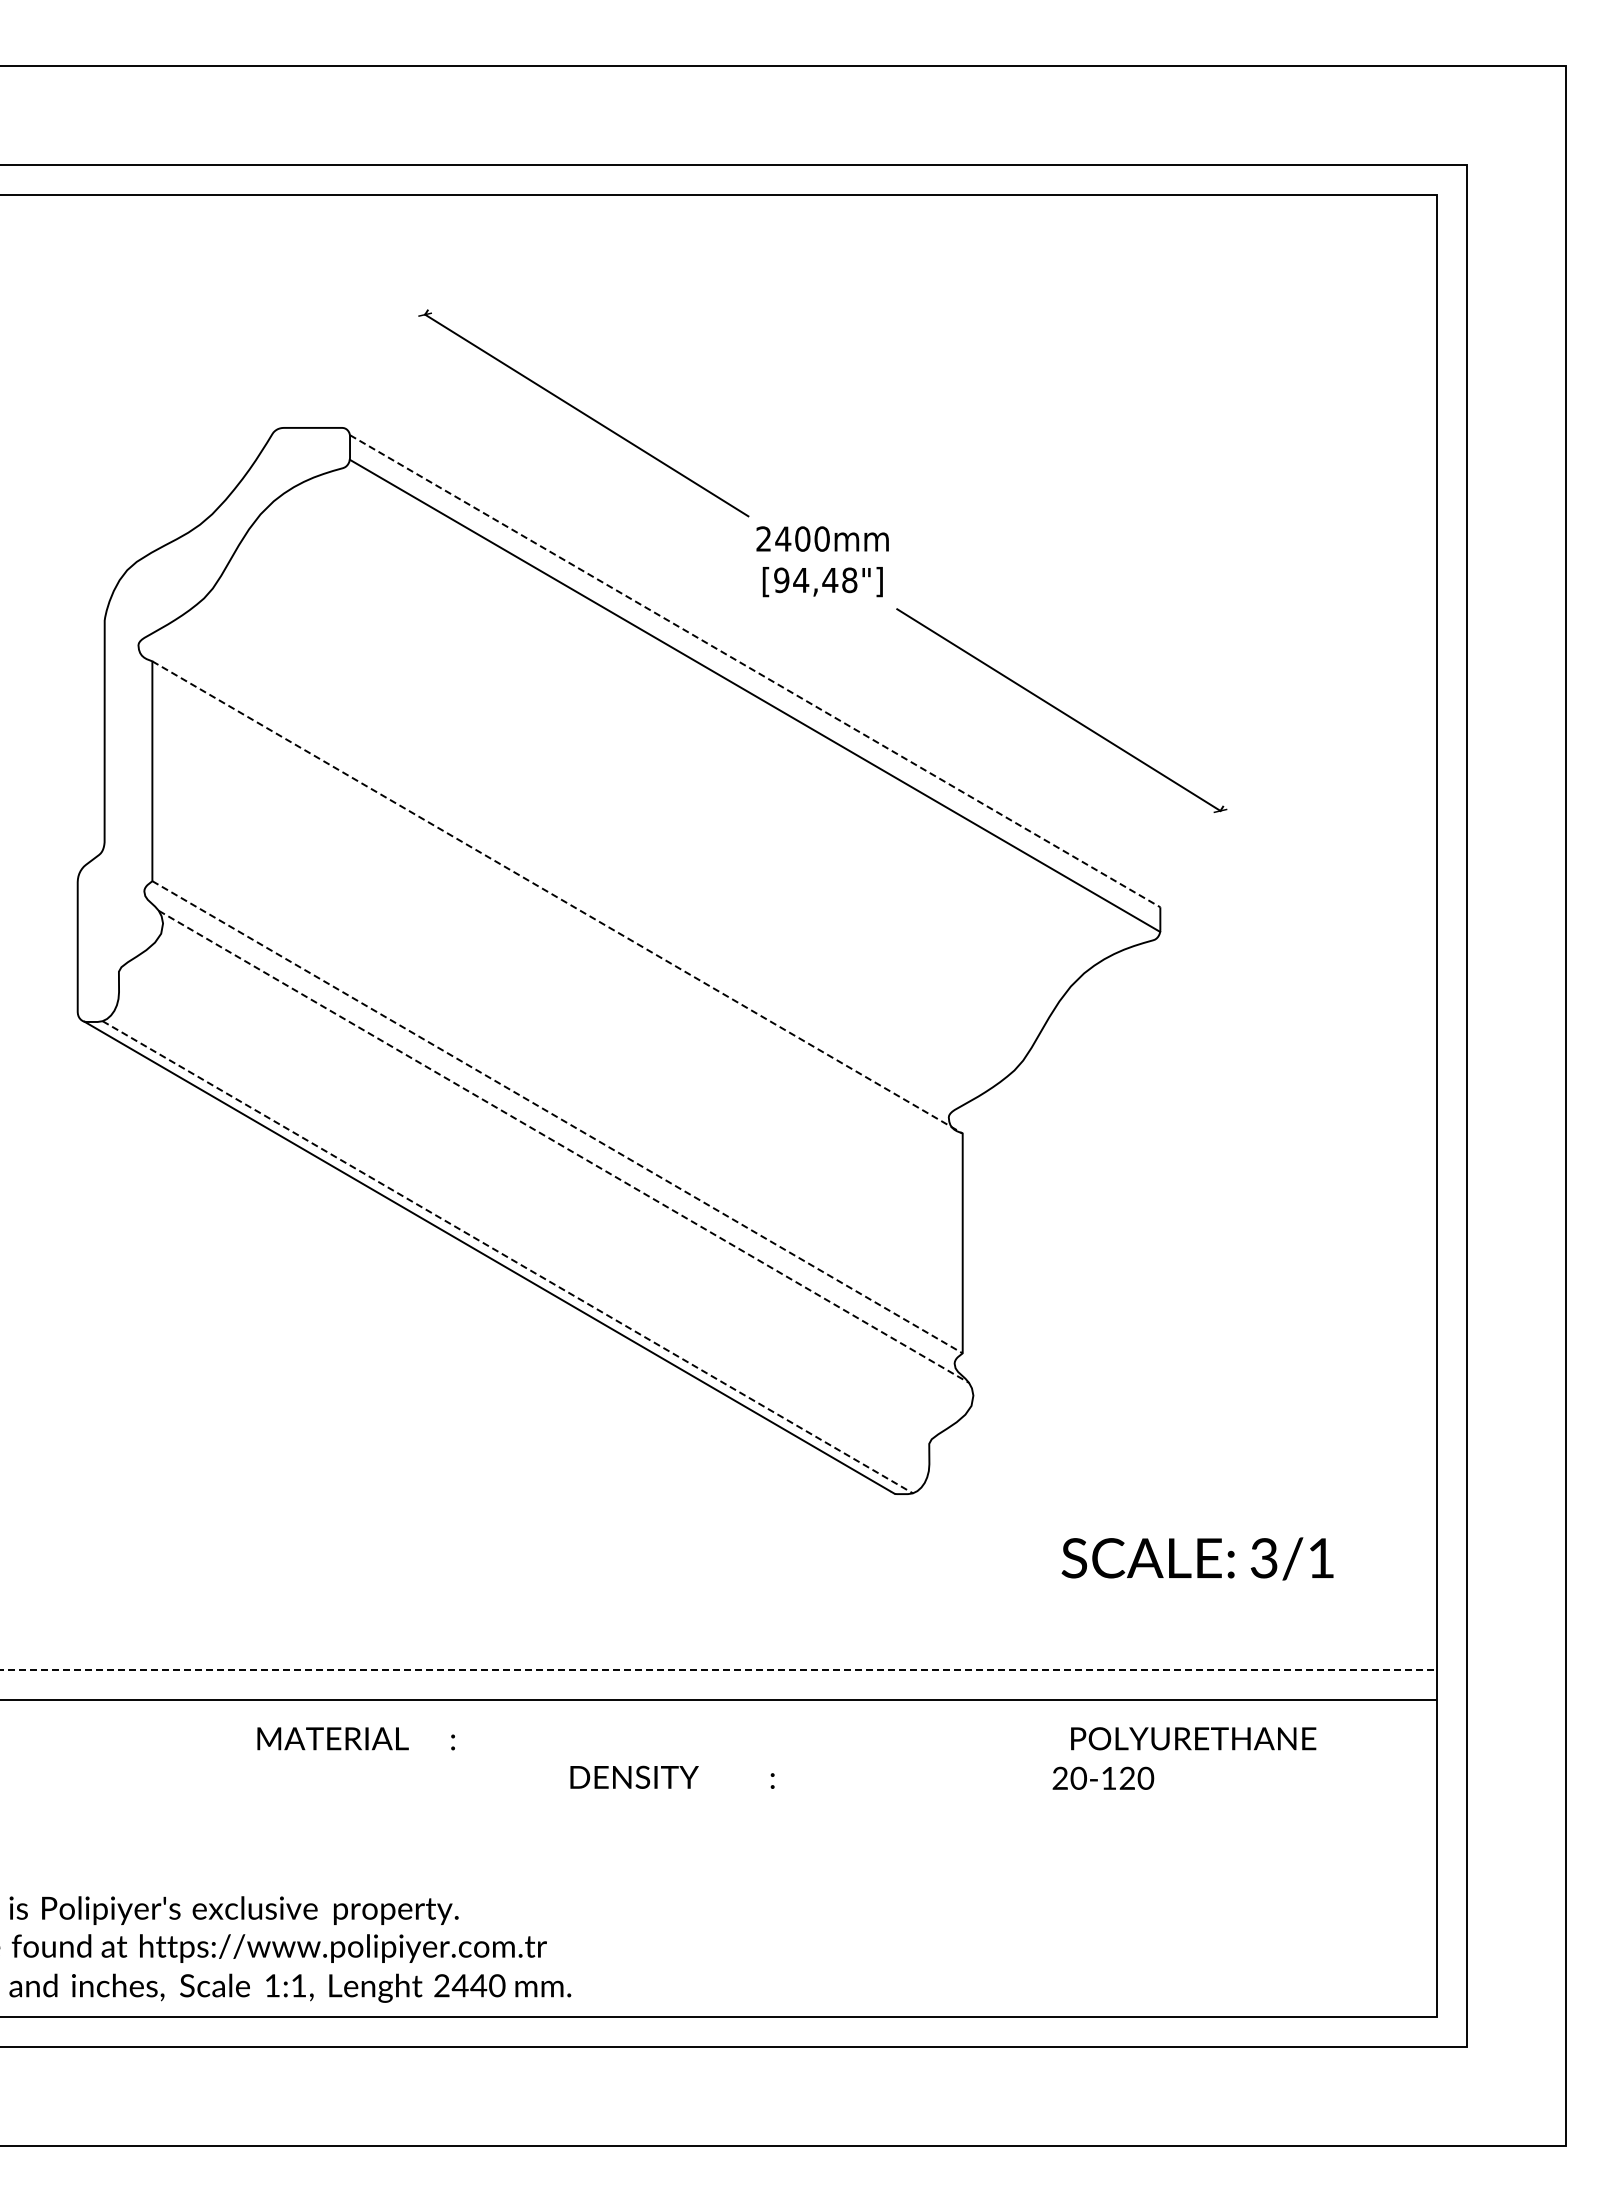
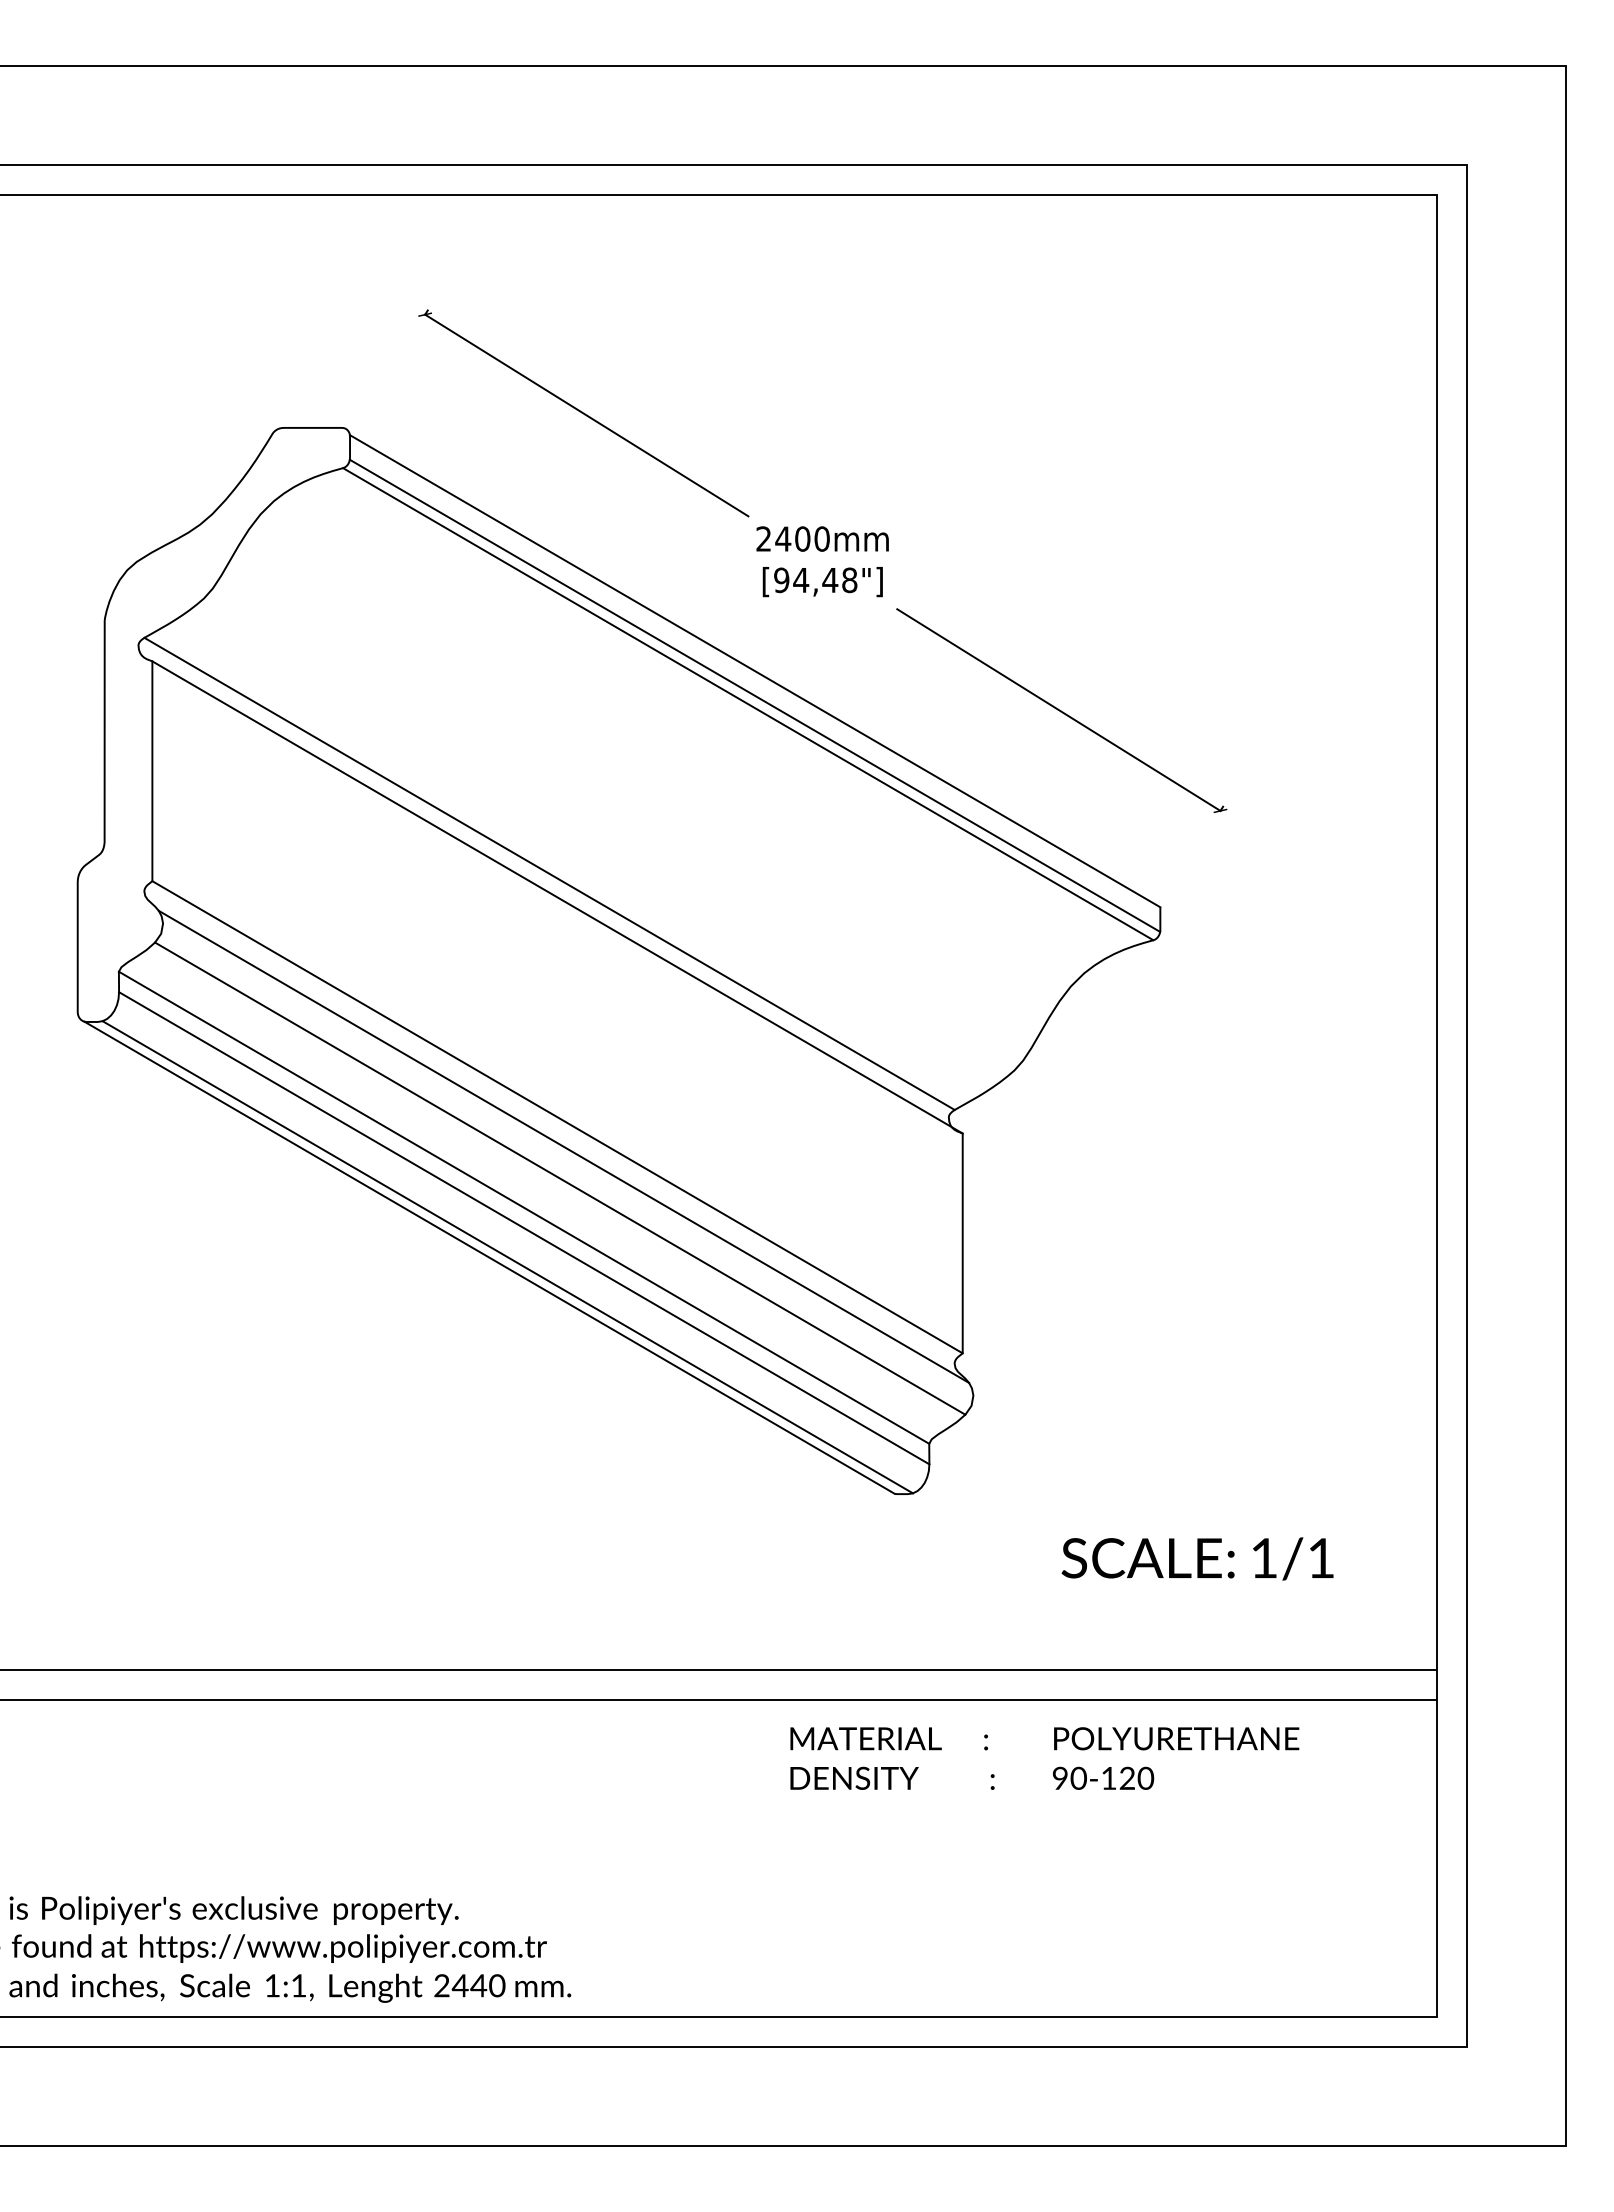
line at (755, 671): dashed -> solid
line at (748, 704): none -> present
line at (549, 873): none -> present
line at (557, 897): dashed -> solid
line at (557, 1117): dashed -> solid
line at (563, 1146): dashed -> solid
line at (560, 1178): none -> present
line at (523, 1207): none -> present
line at (524, 1228): none -> present
line at (507, 1257): dashed -> solid
text at (1263, 1558): 3/1 -> 1/1
line at (719, 1670): dashed -> solid
text at (355, 1738) position: (355, 1738) -> (888, 1738)
text at (1193, 1738) position: (1193, 1738) -> (1176, 1738)
text at (672, 1776) position: (672, 1776) -> (892, 1777)
text at (1059, 1778): 20-120 -> 90-120
